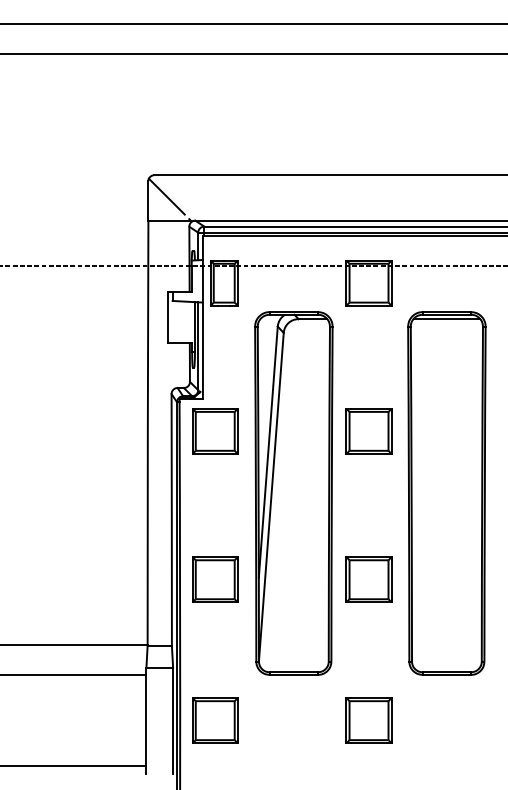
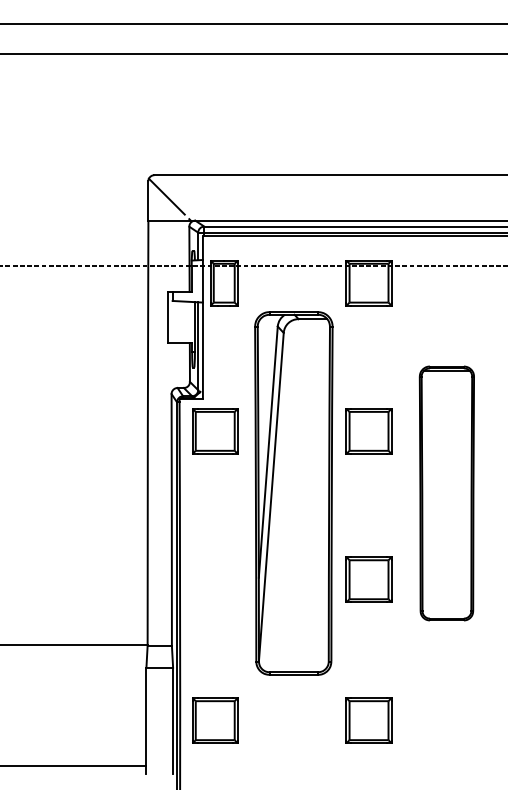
part at (446, 493) size: 80x365 px -> 57x257 px
part at (215, 579): present -> none
line at (74, 675): present -> none
